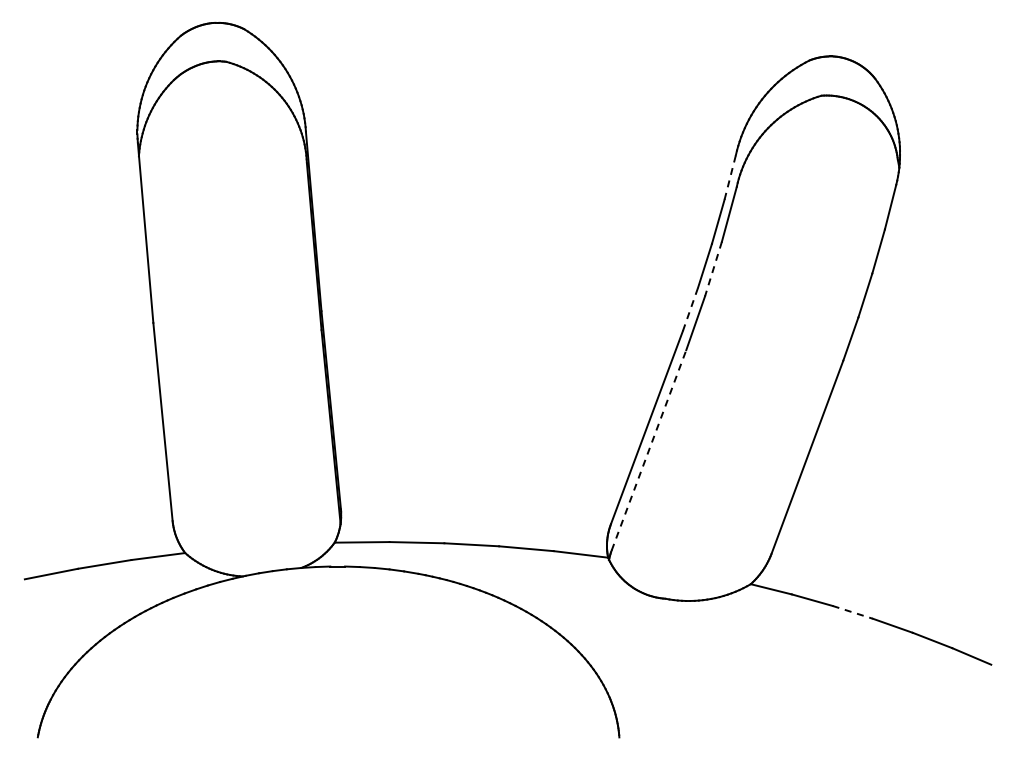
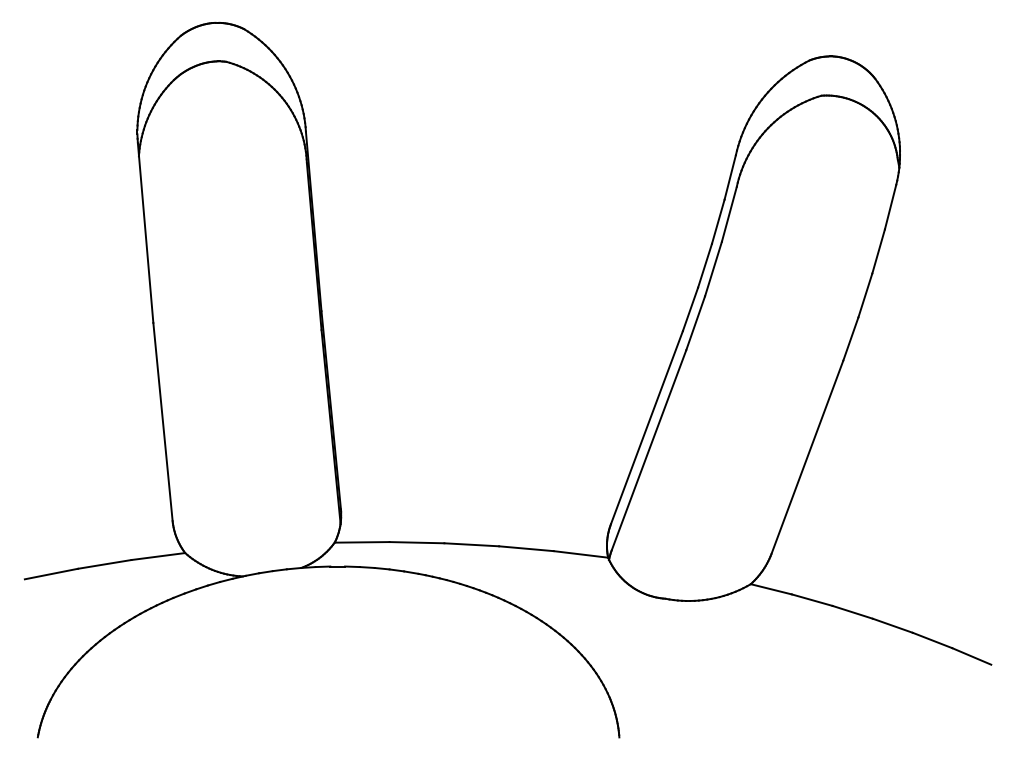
line at (730, 177): dashed -> solid
line at (713, 269): dashed -> solid
line at (690, 309): dashed -> solid
line at (648, 450): dashed -> solid
line at (853, 612): dashed -> solid
